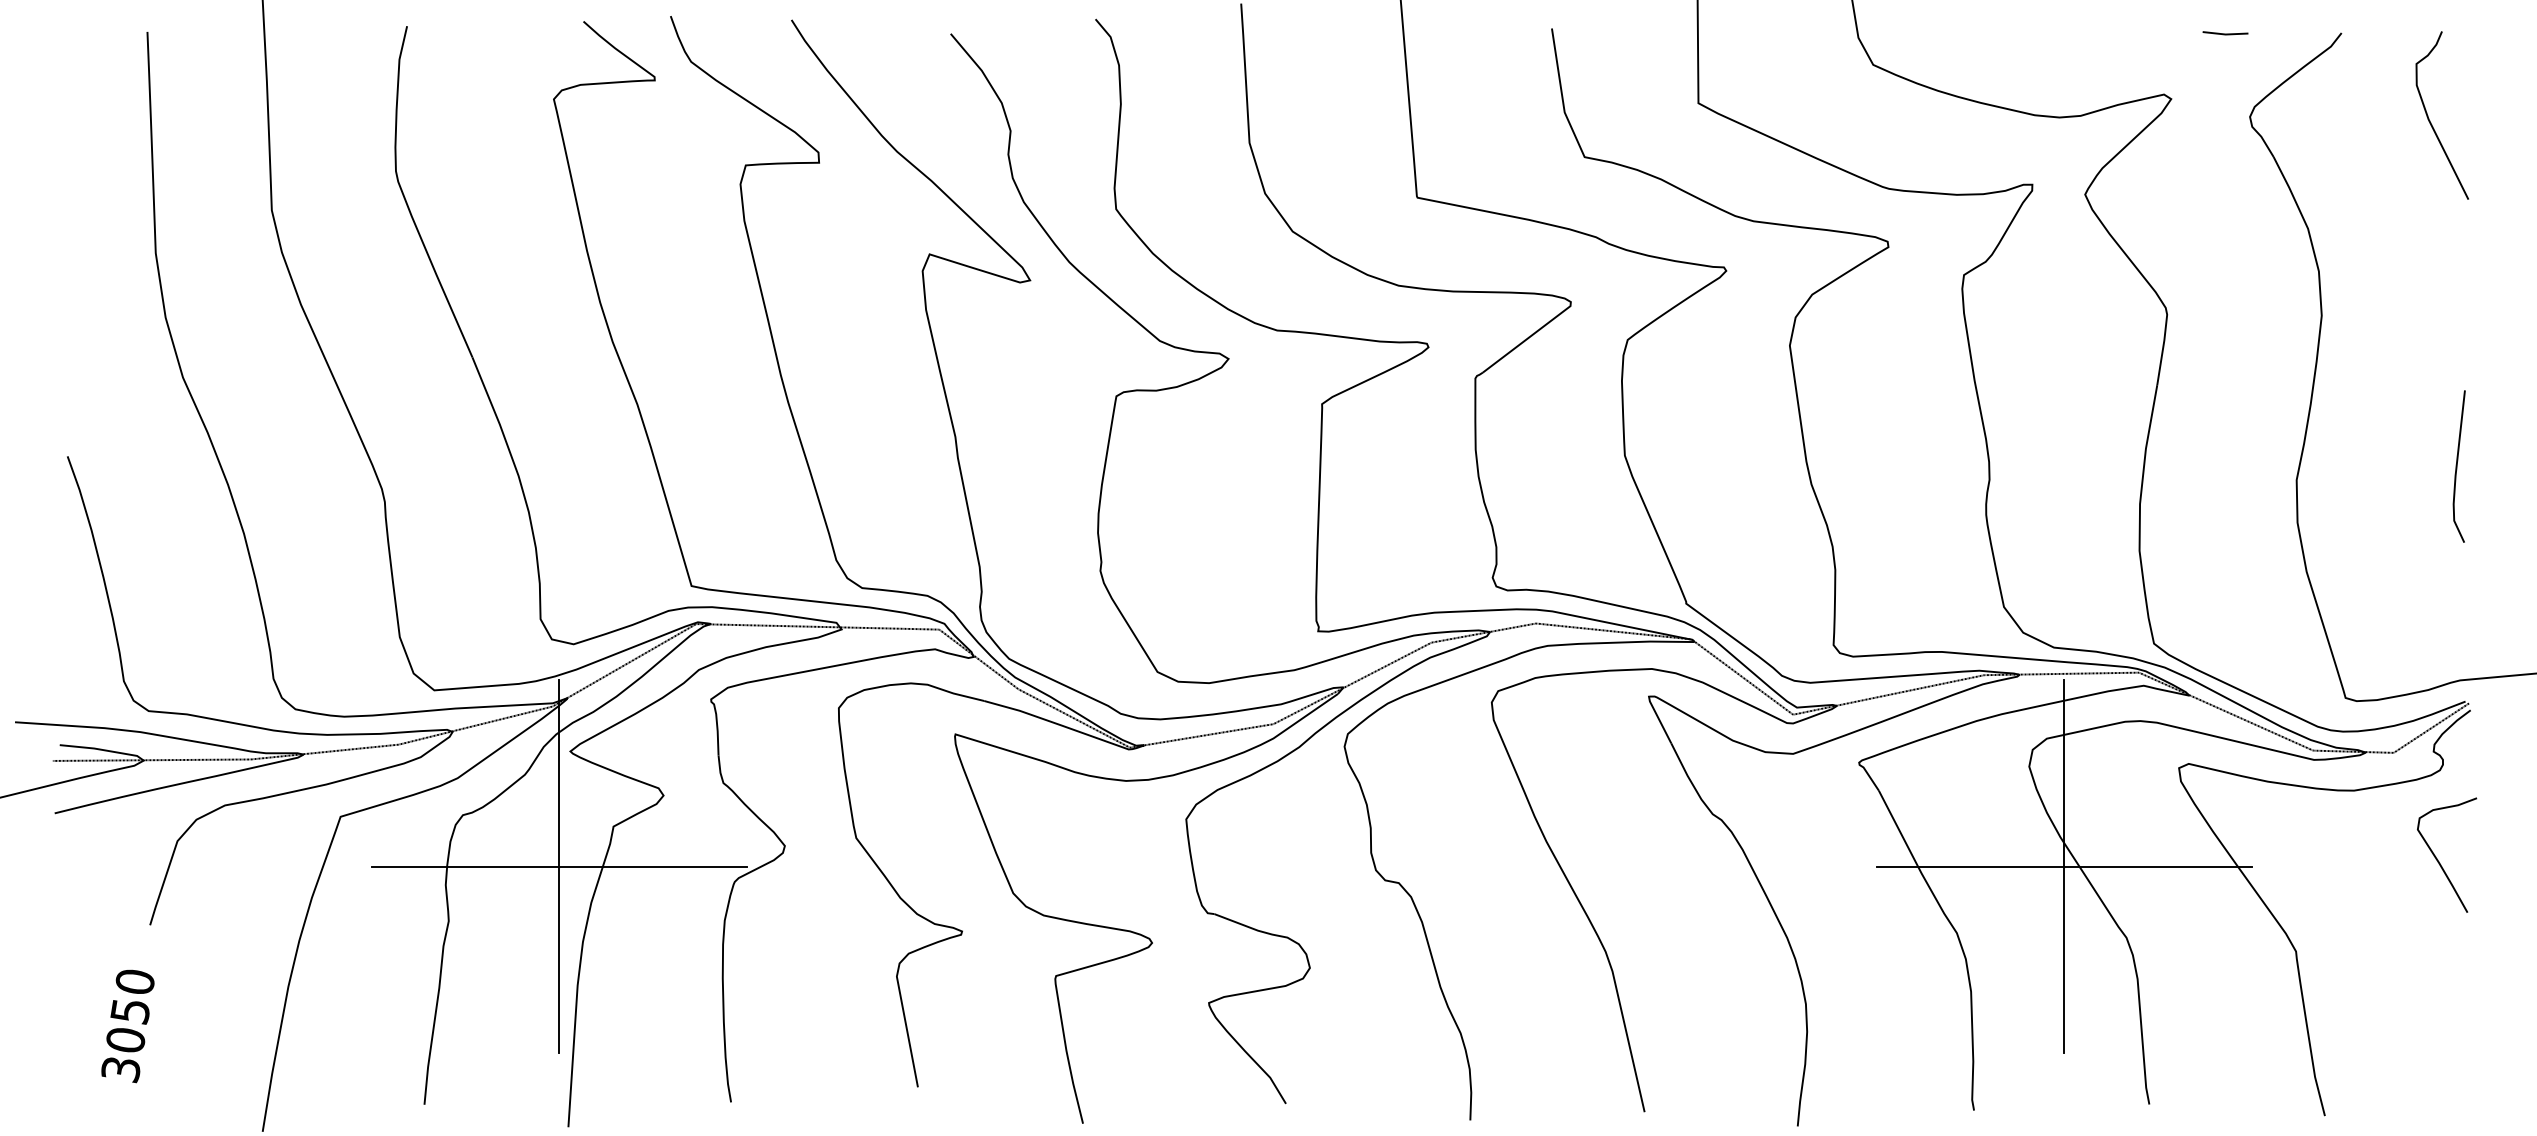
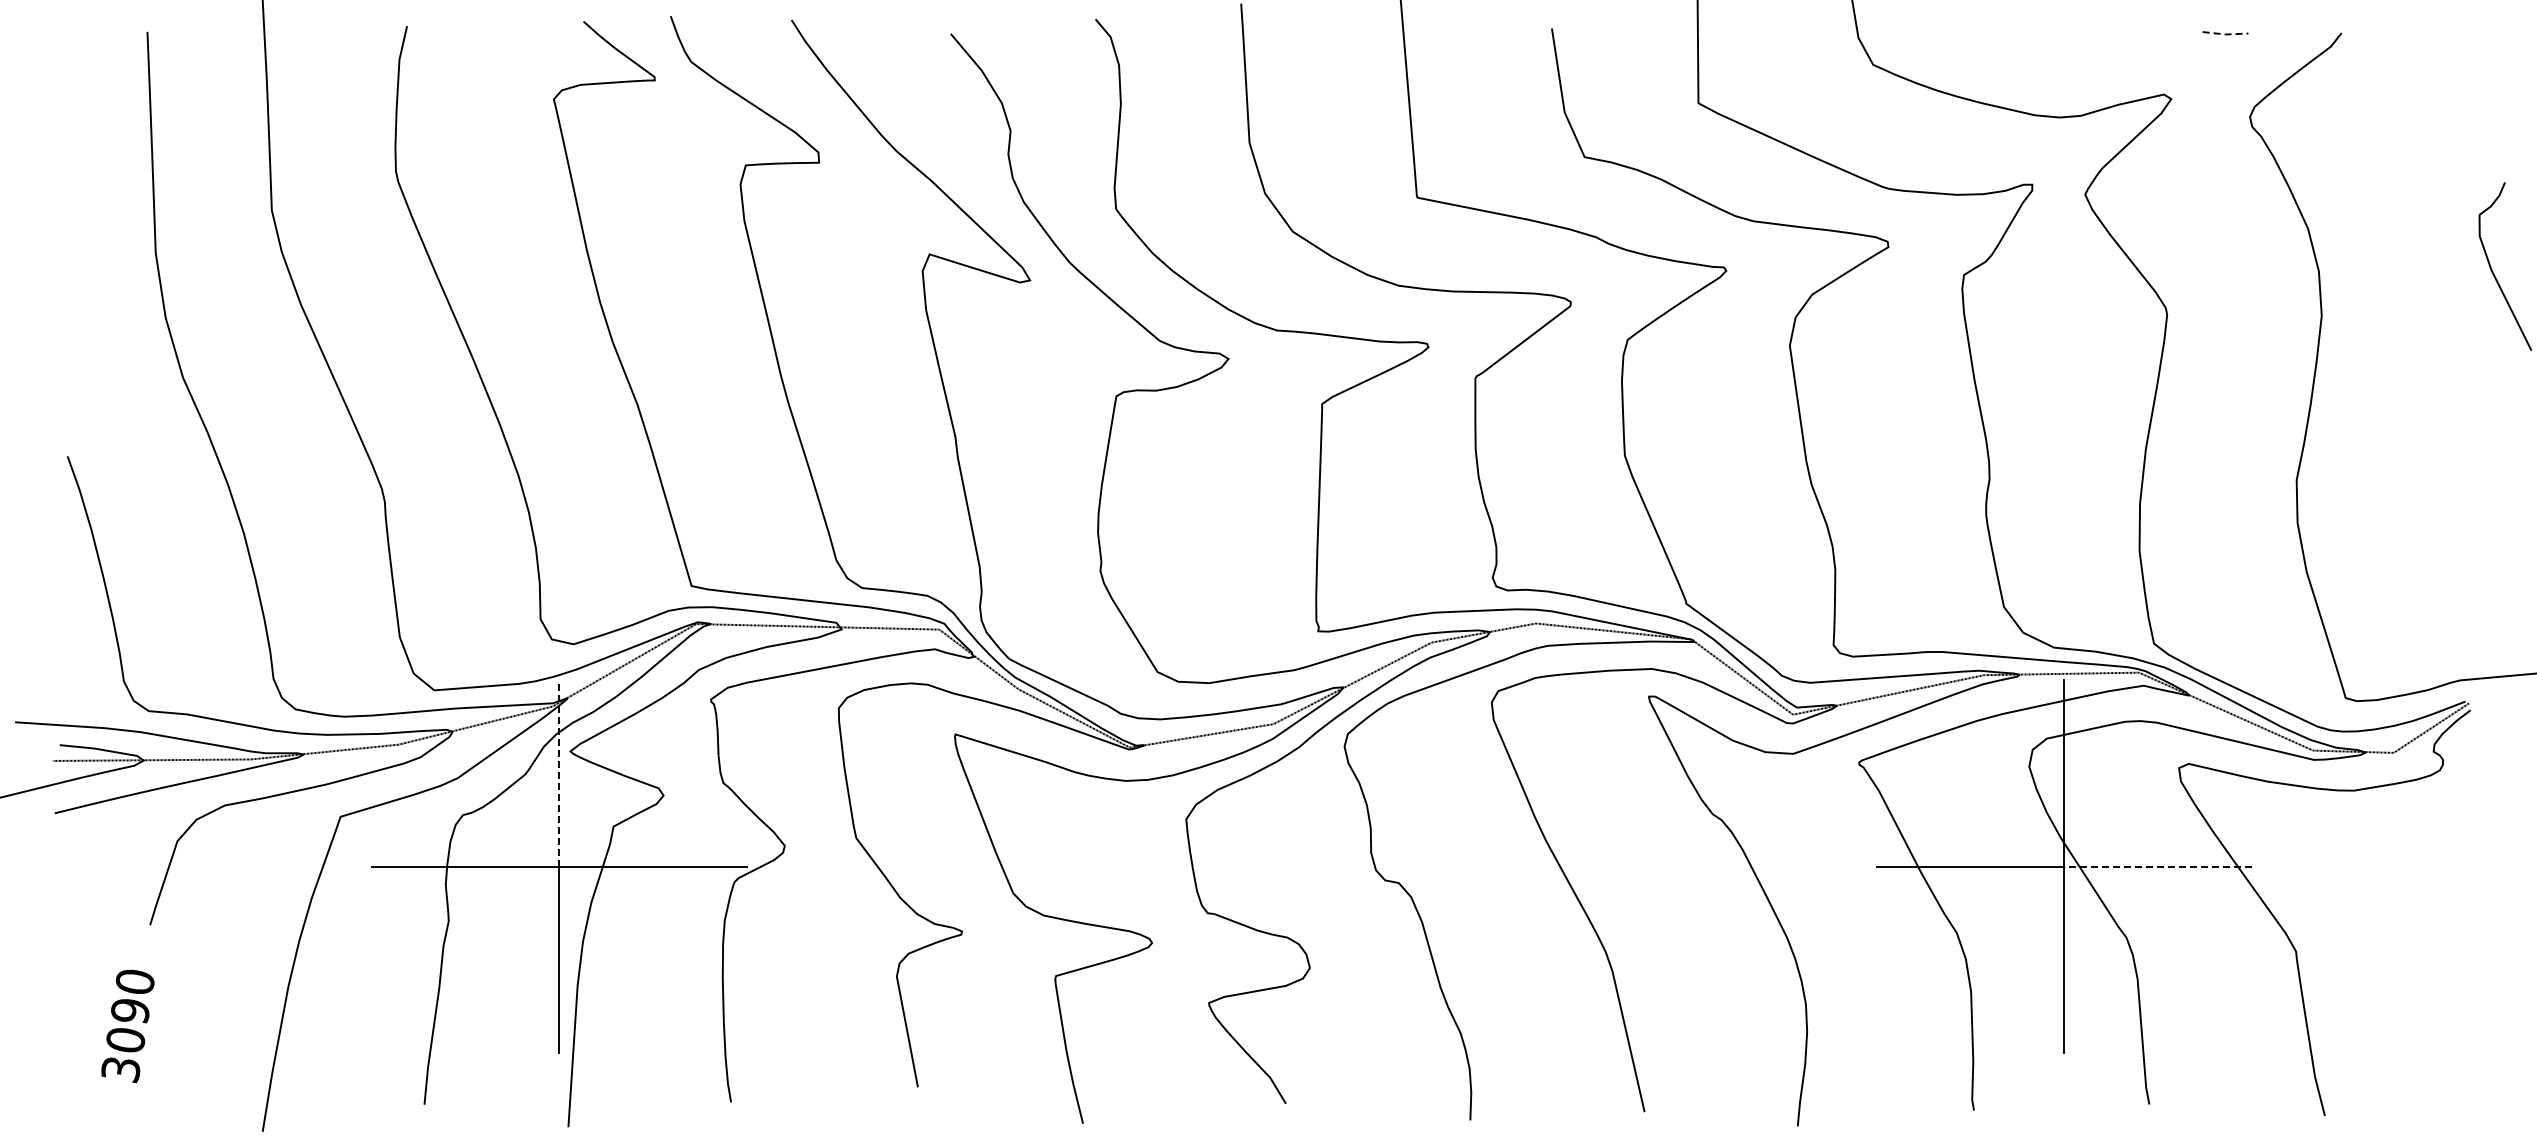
line at (2225, 34): solid -> dashed
curve at (2430, 120) position: (2430, 120) -> (2493, 271)
curve at (2457, 466): present -> none
line at (559, 772): solid -> dashed
curve at (2439, 861): present -> none
line at (2157, 866): solid -> dashed
text at (129, 1011): 3050 -> 3090
